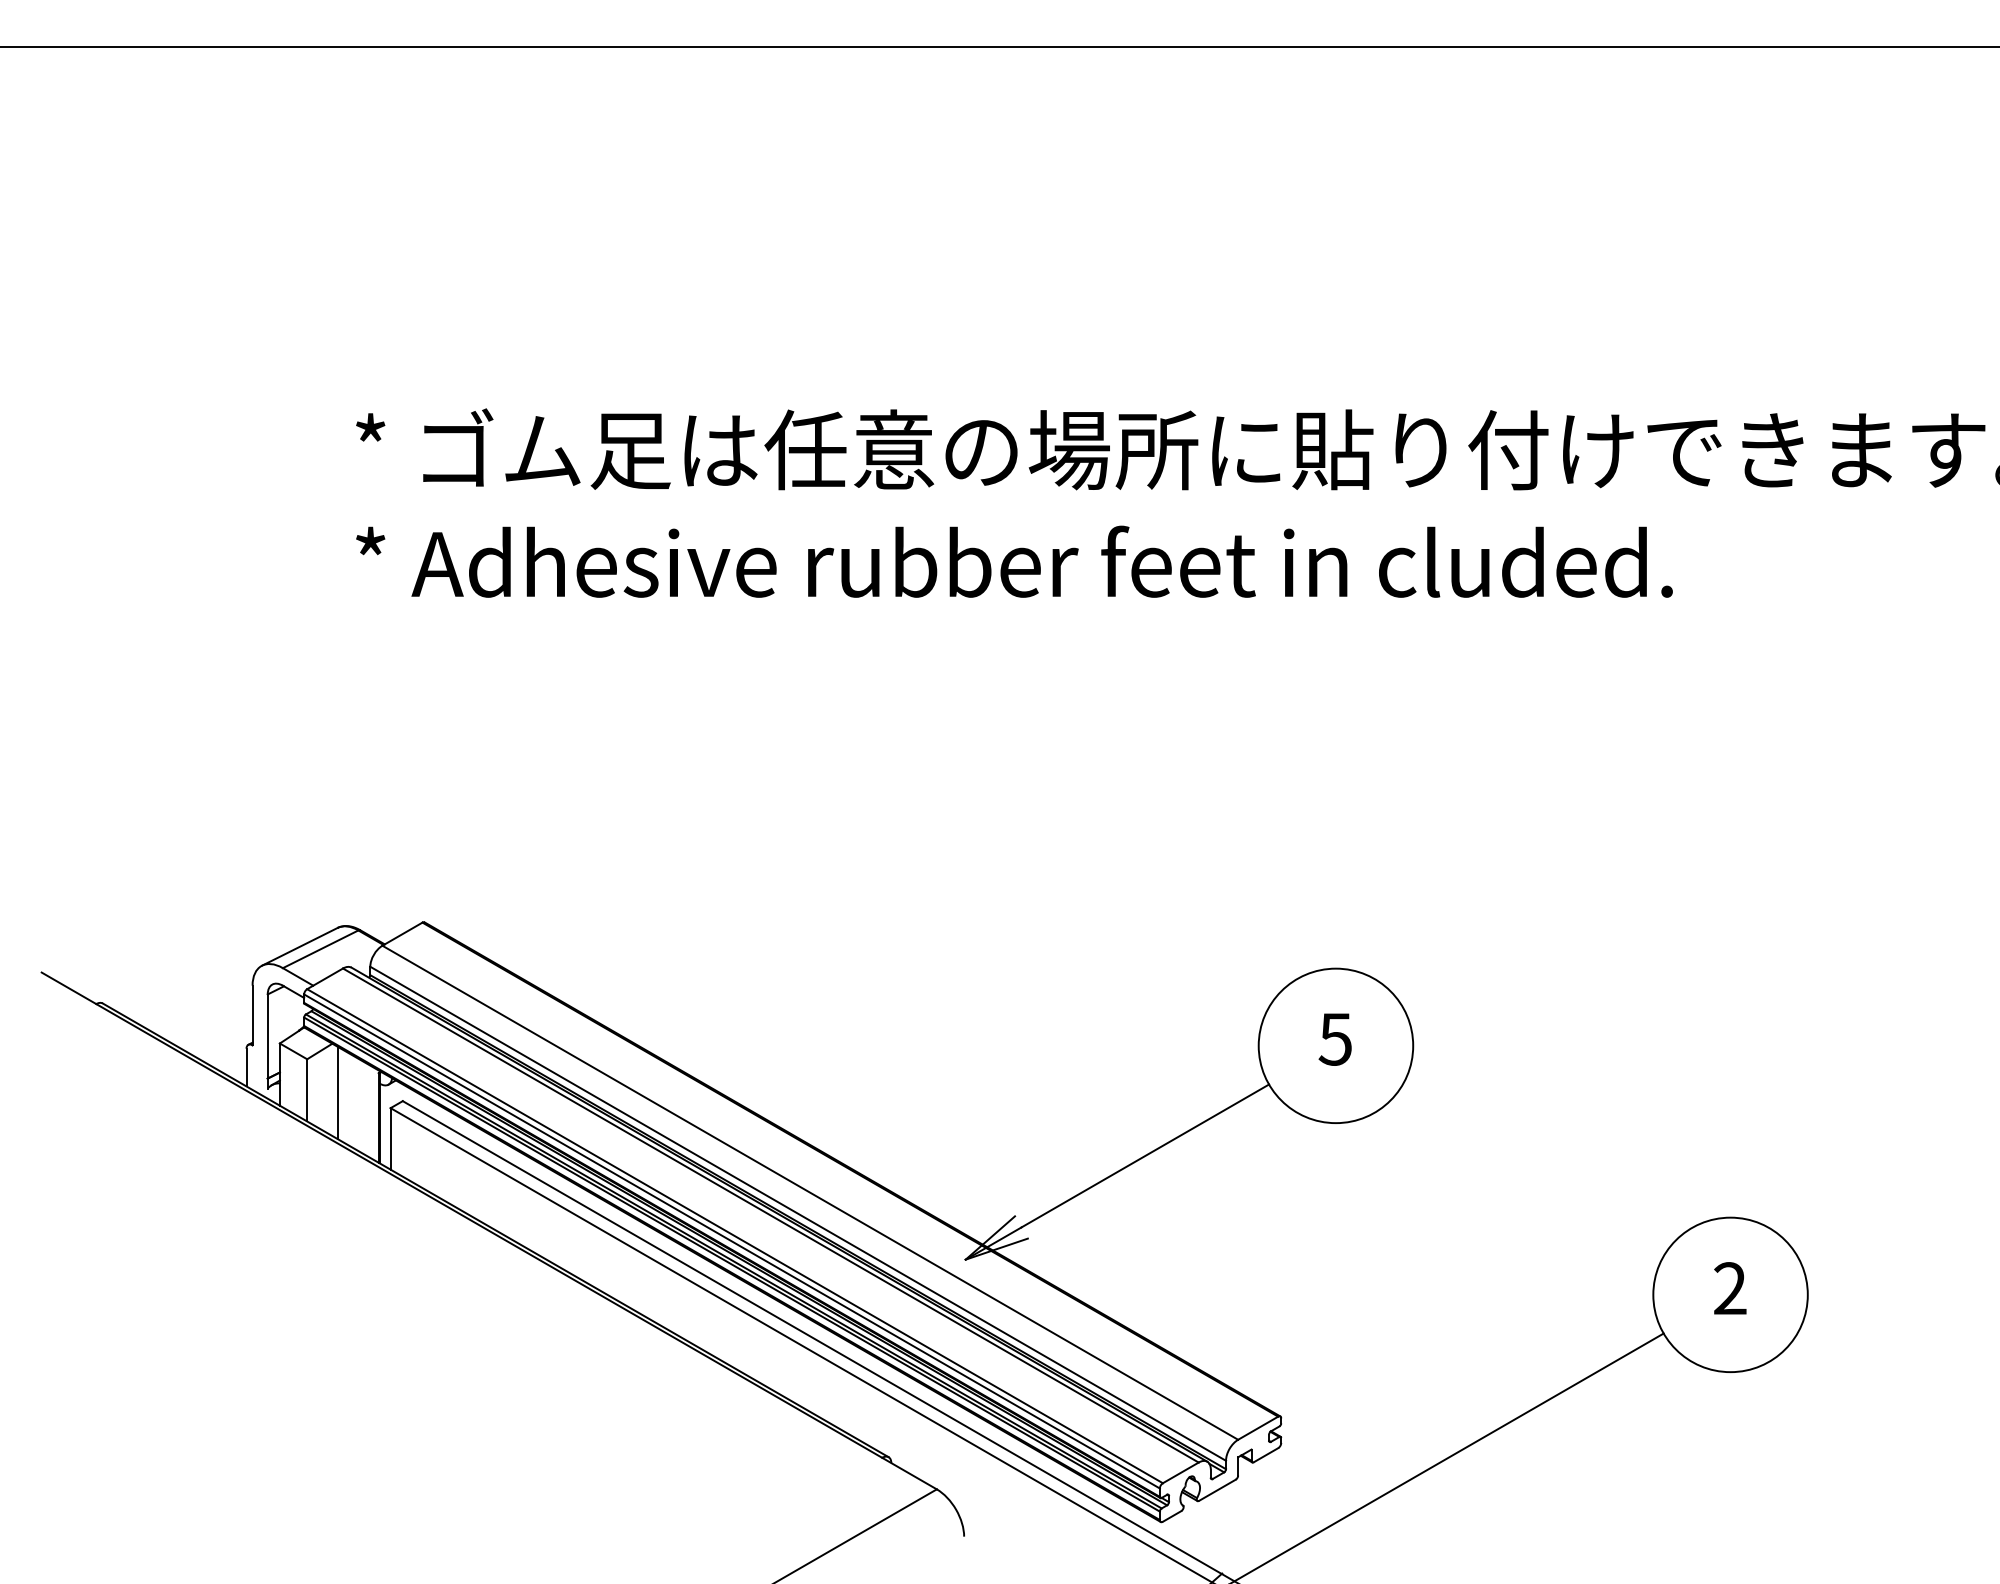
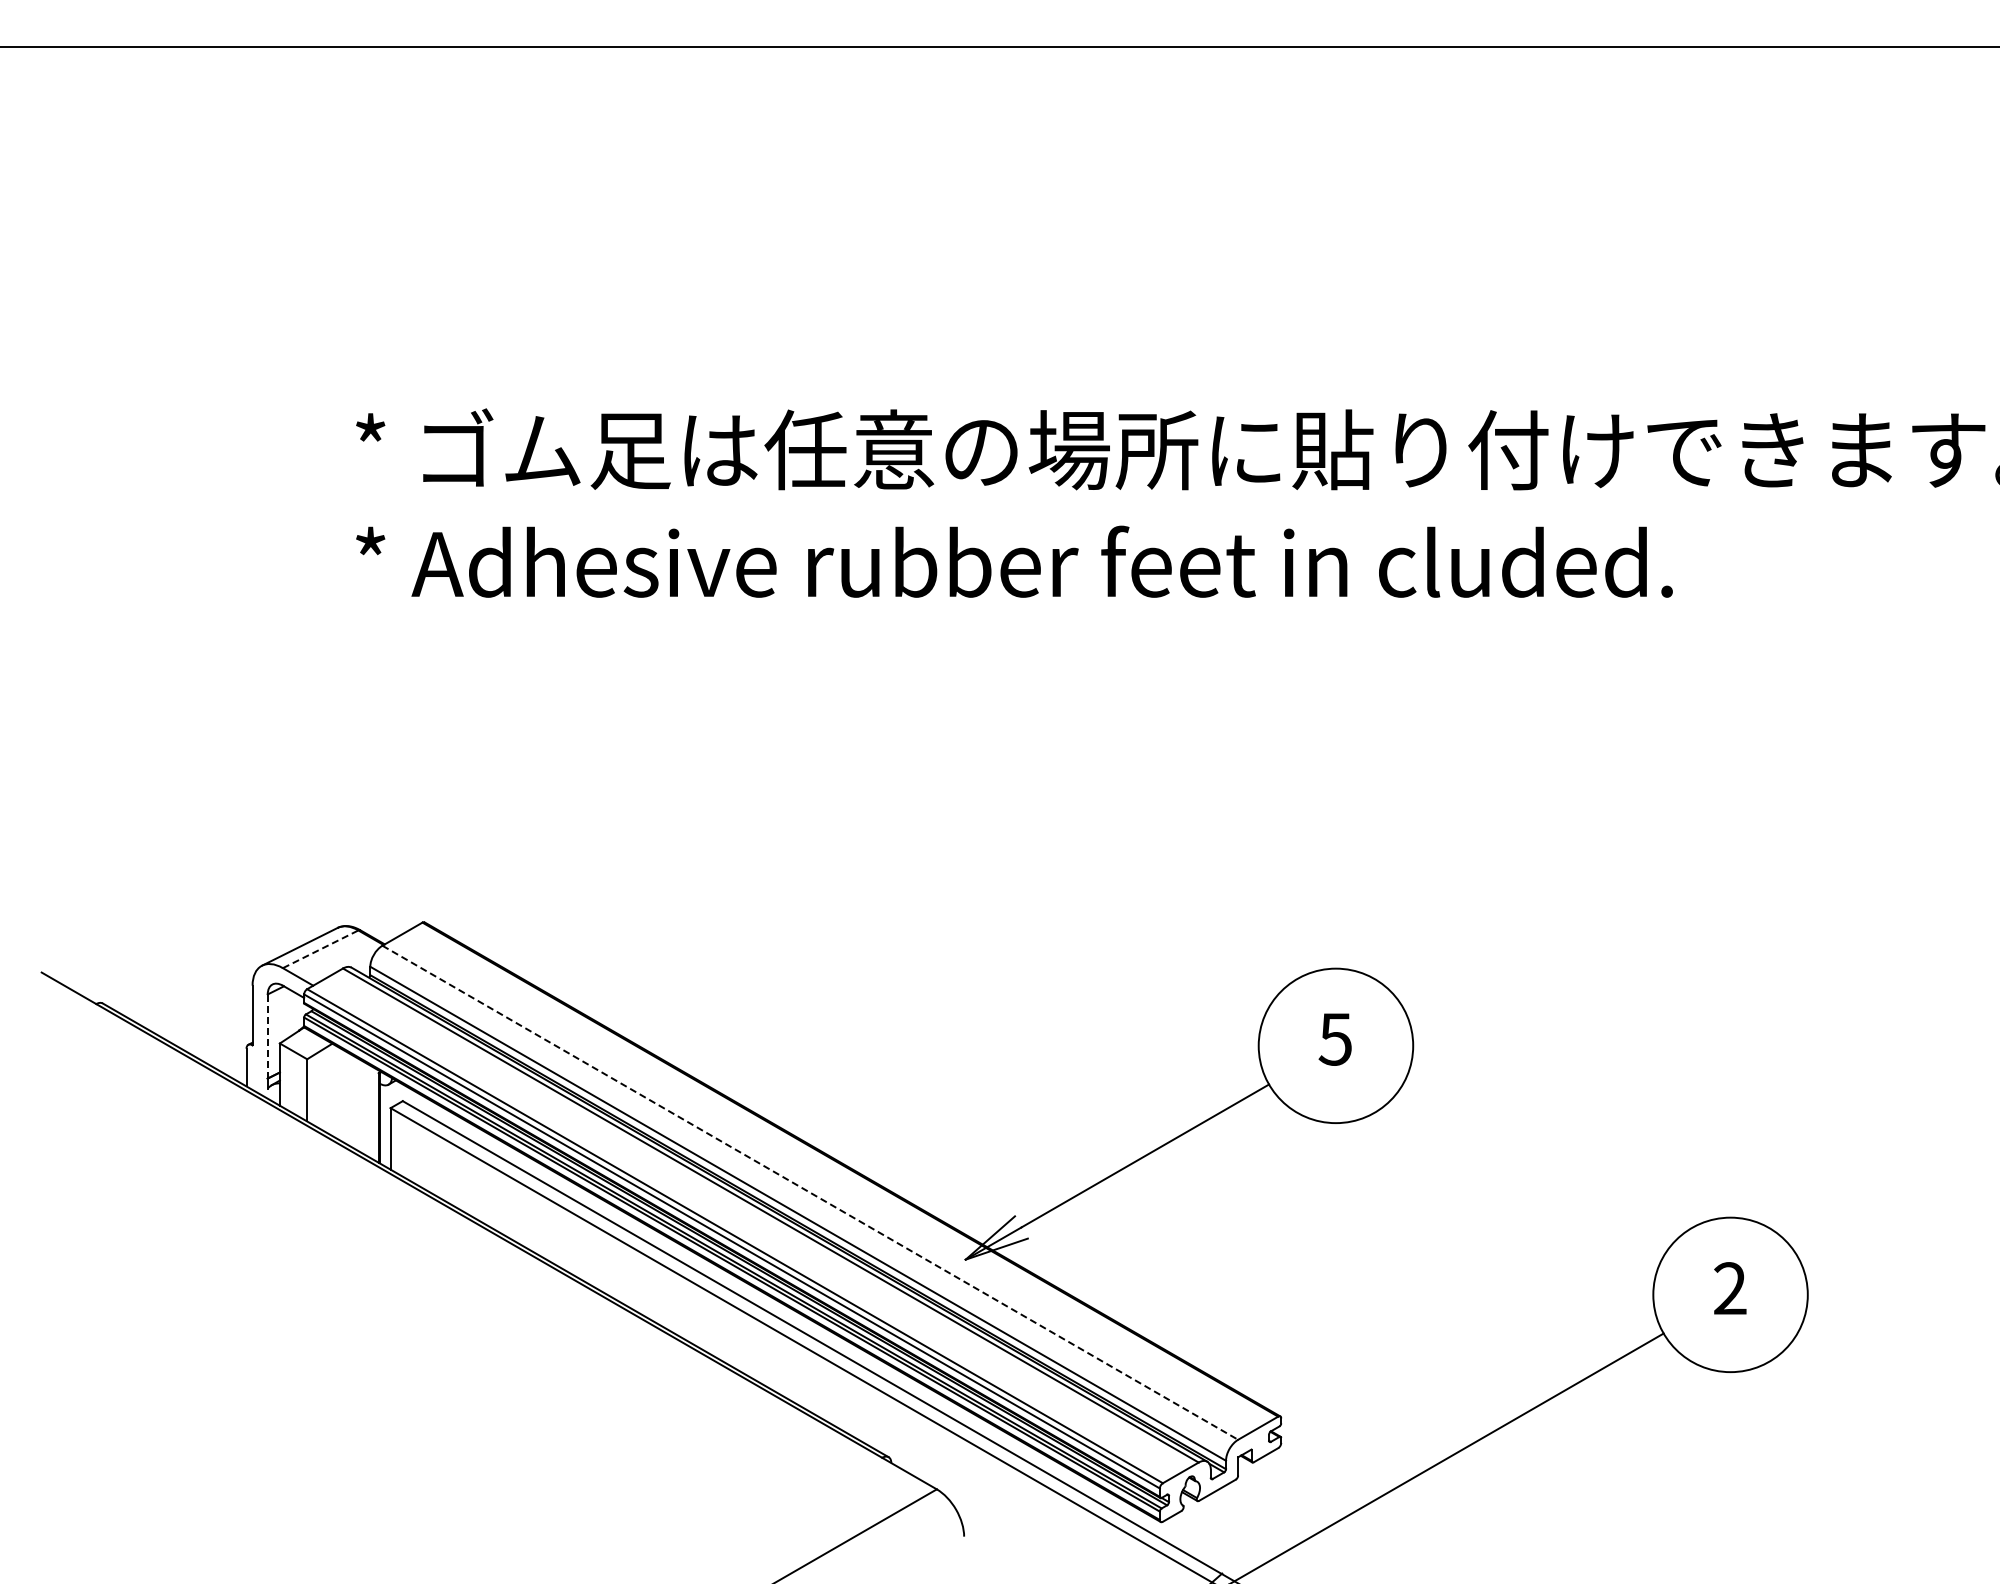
line at (321, 949): solid -> dashed
line at (267, 1036): solid -> dashed
line at (337, 1092): present -> none
line at (810, 1193): solid -> dashed
